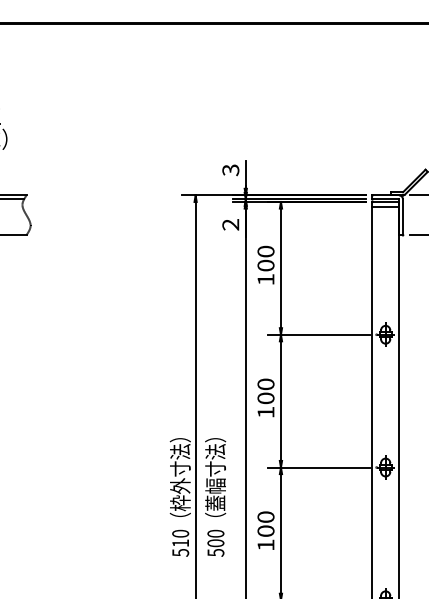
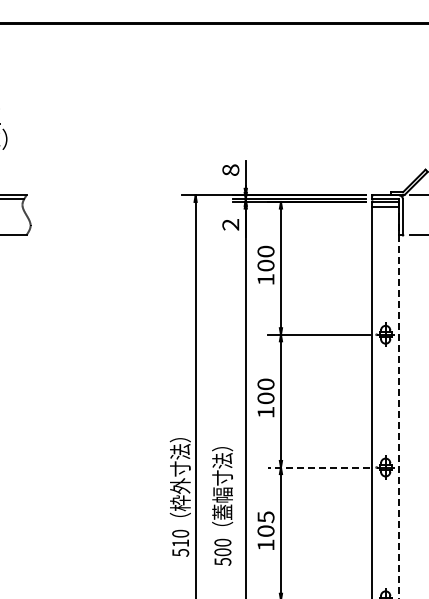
text at (230, 170): 3 -> 8
line at (398, 400): solid -> dashed
line at (318, 467): solid -> dashed
text at (215, 497) position: (215, 497) -> (222, 506)
text at (265, 517): 100 -> 105
